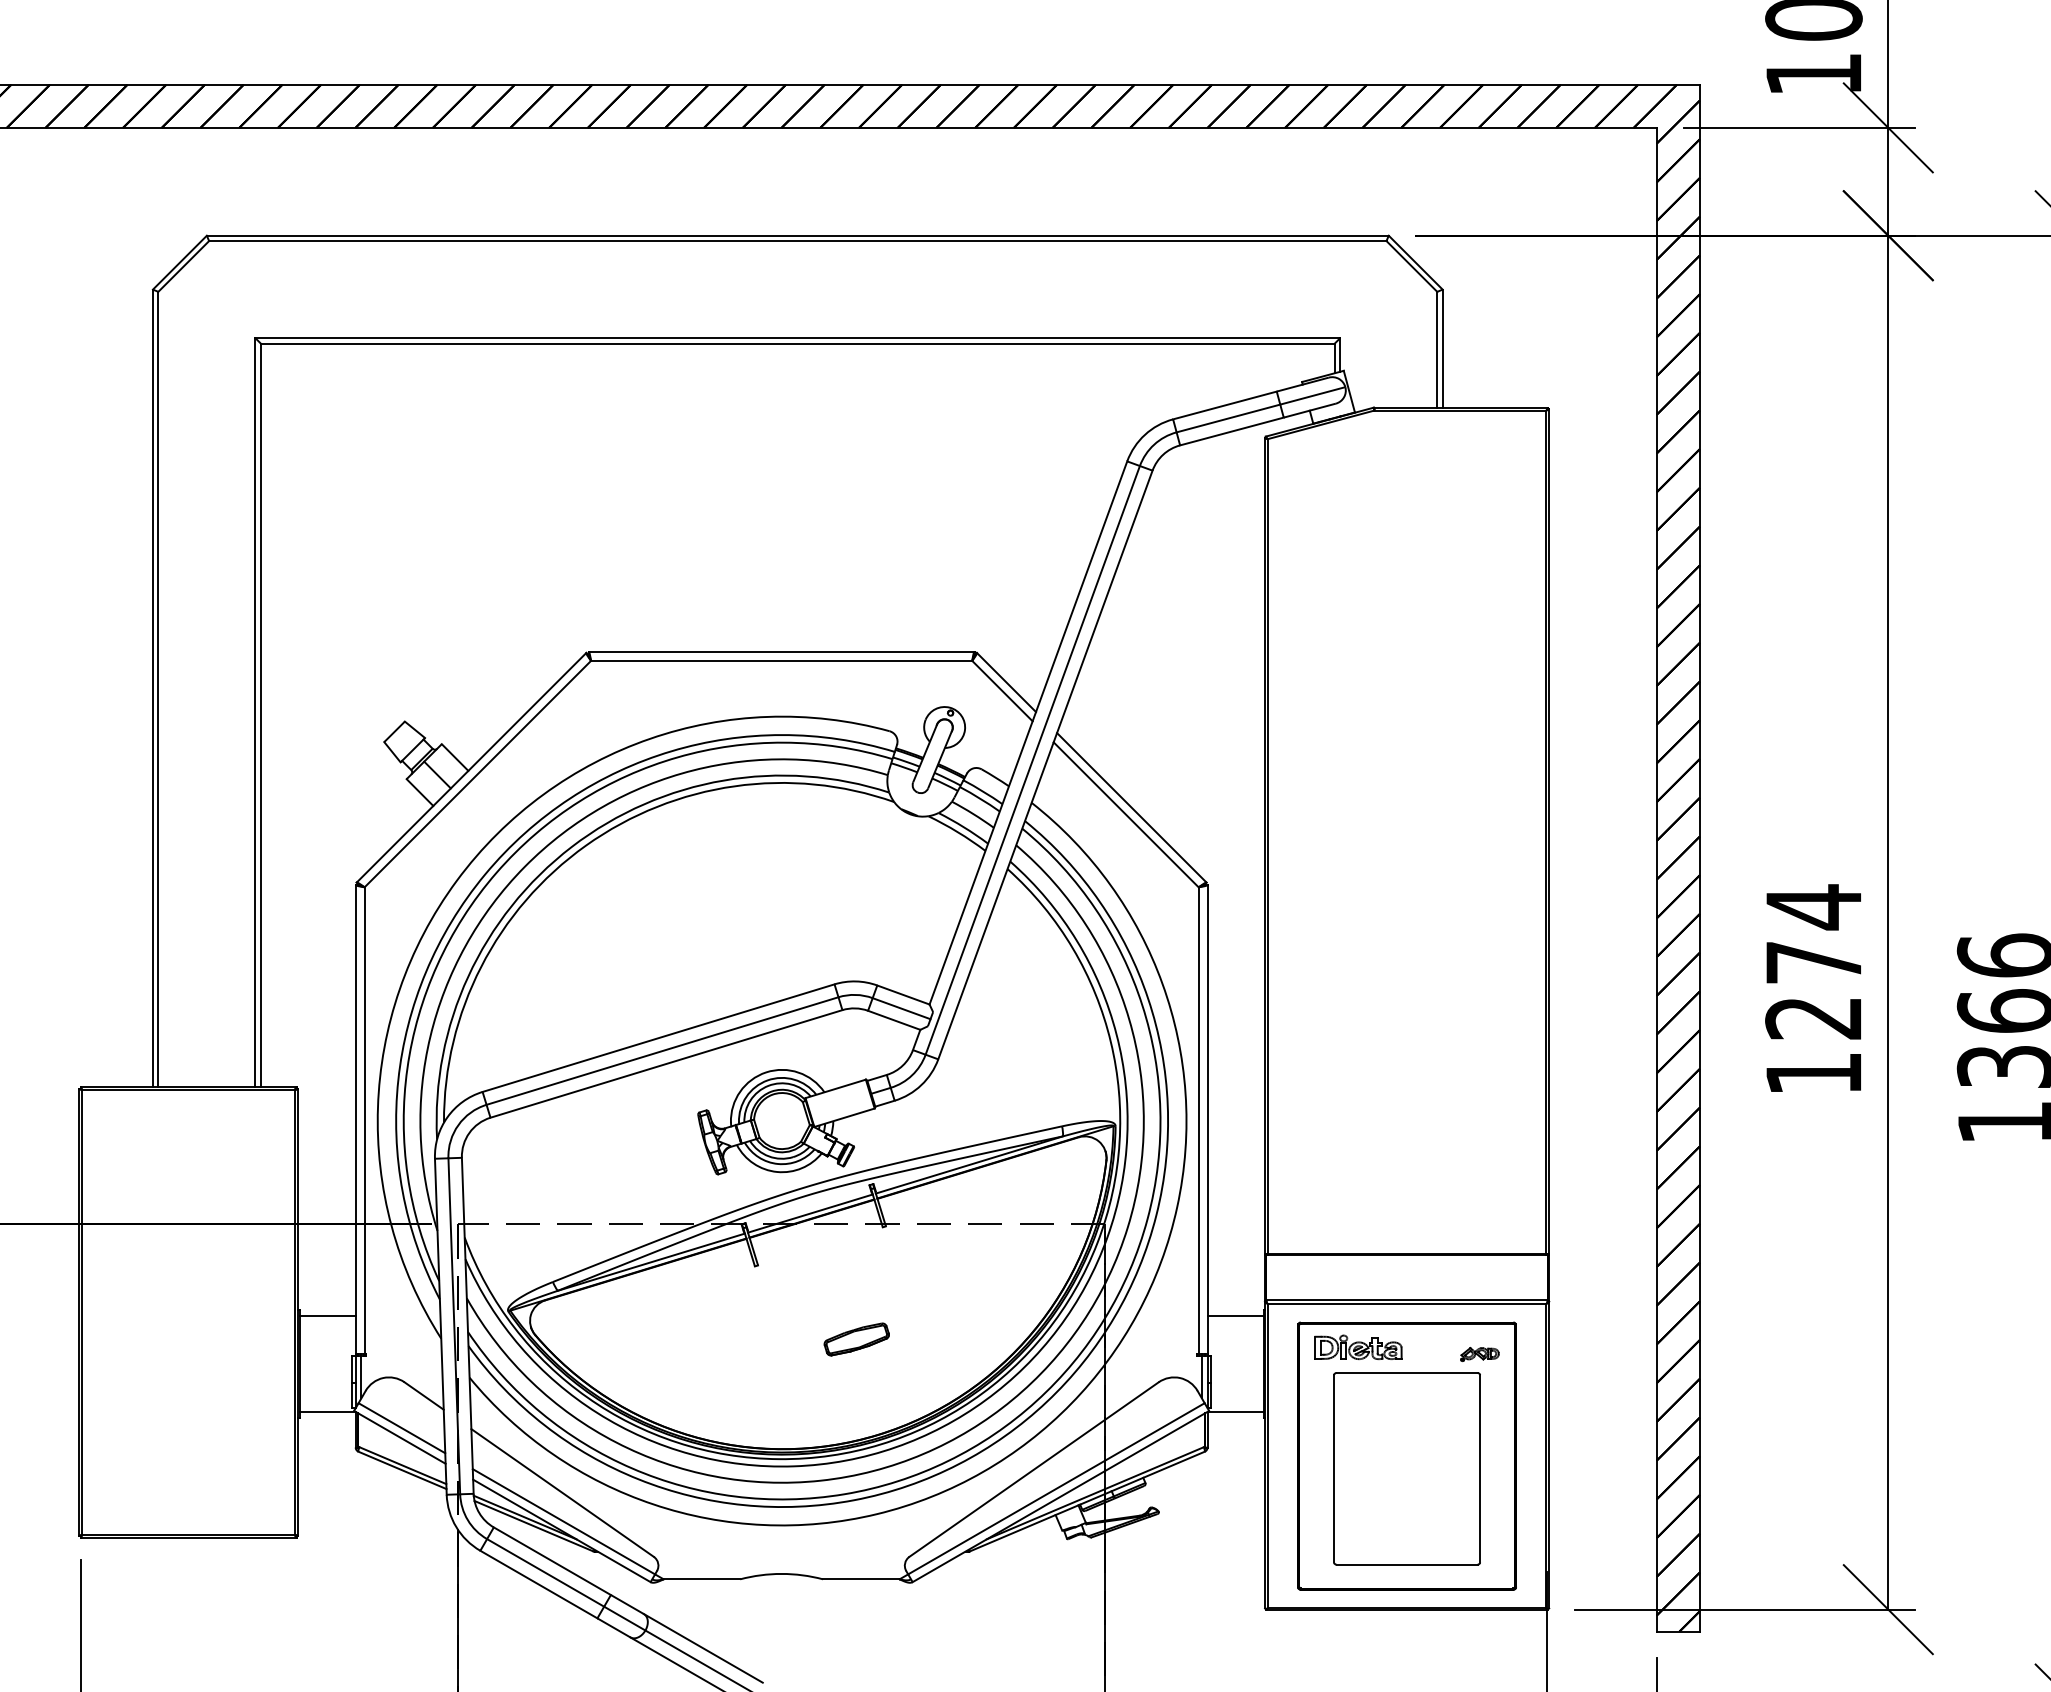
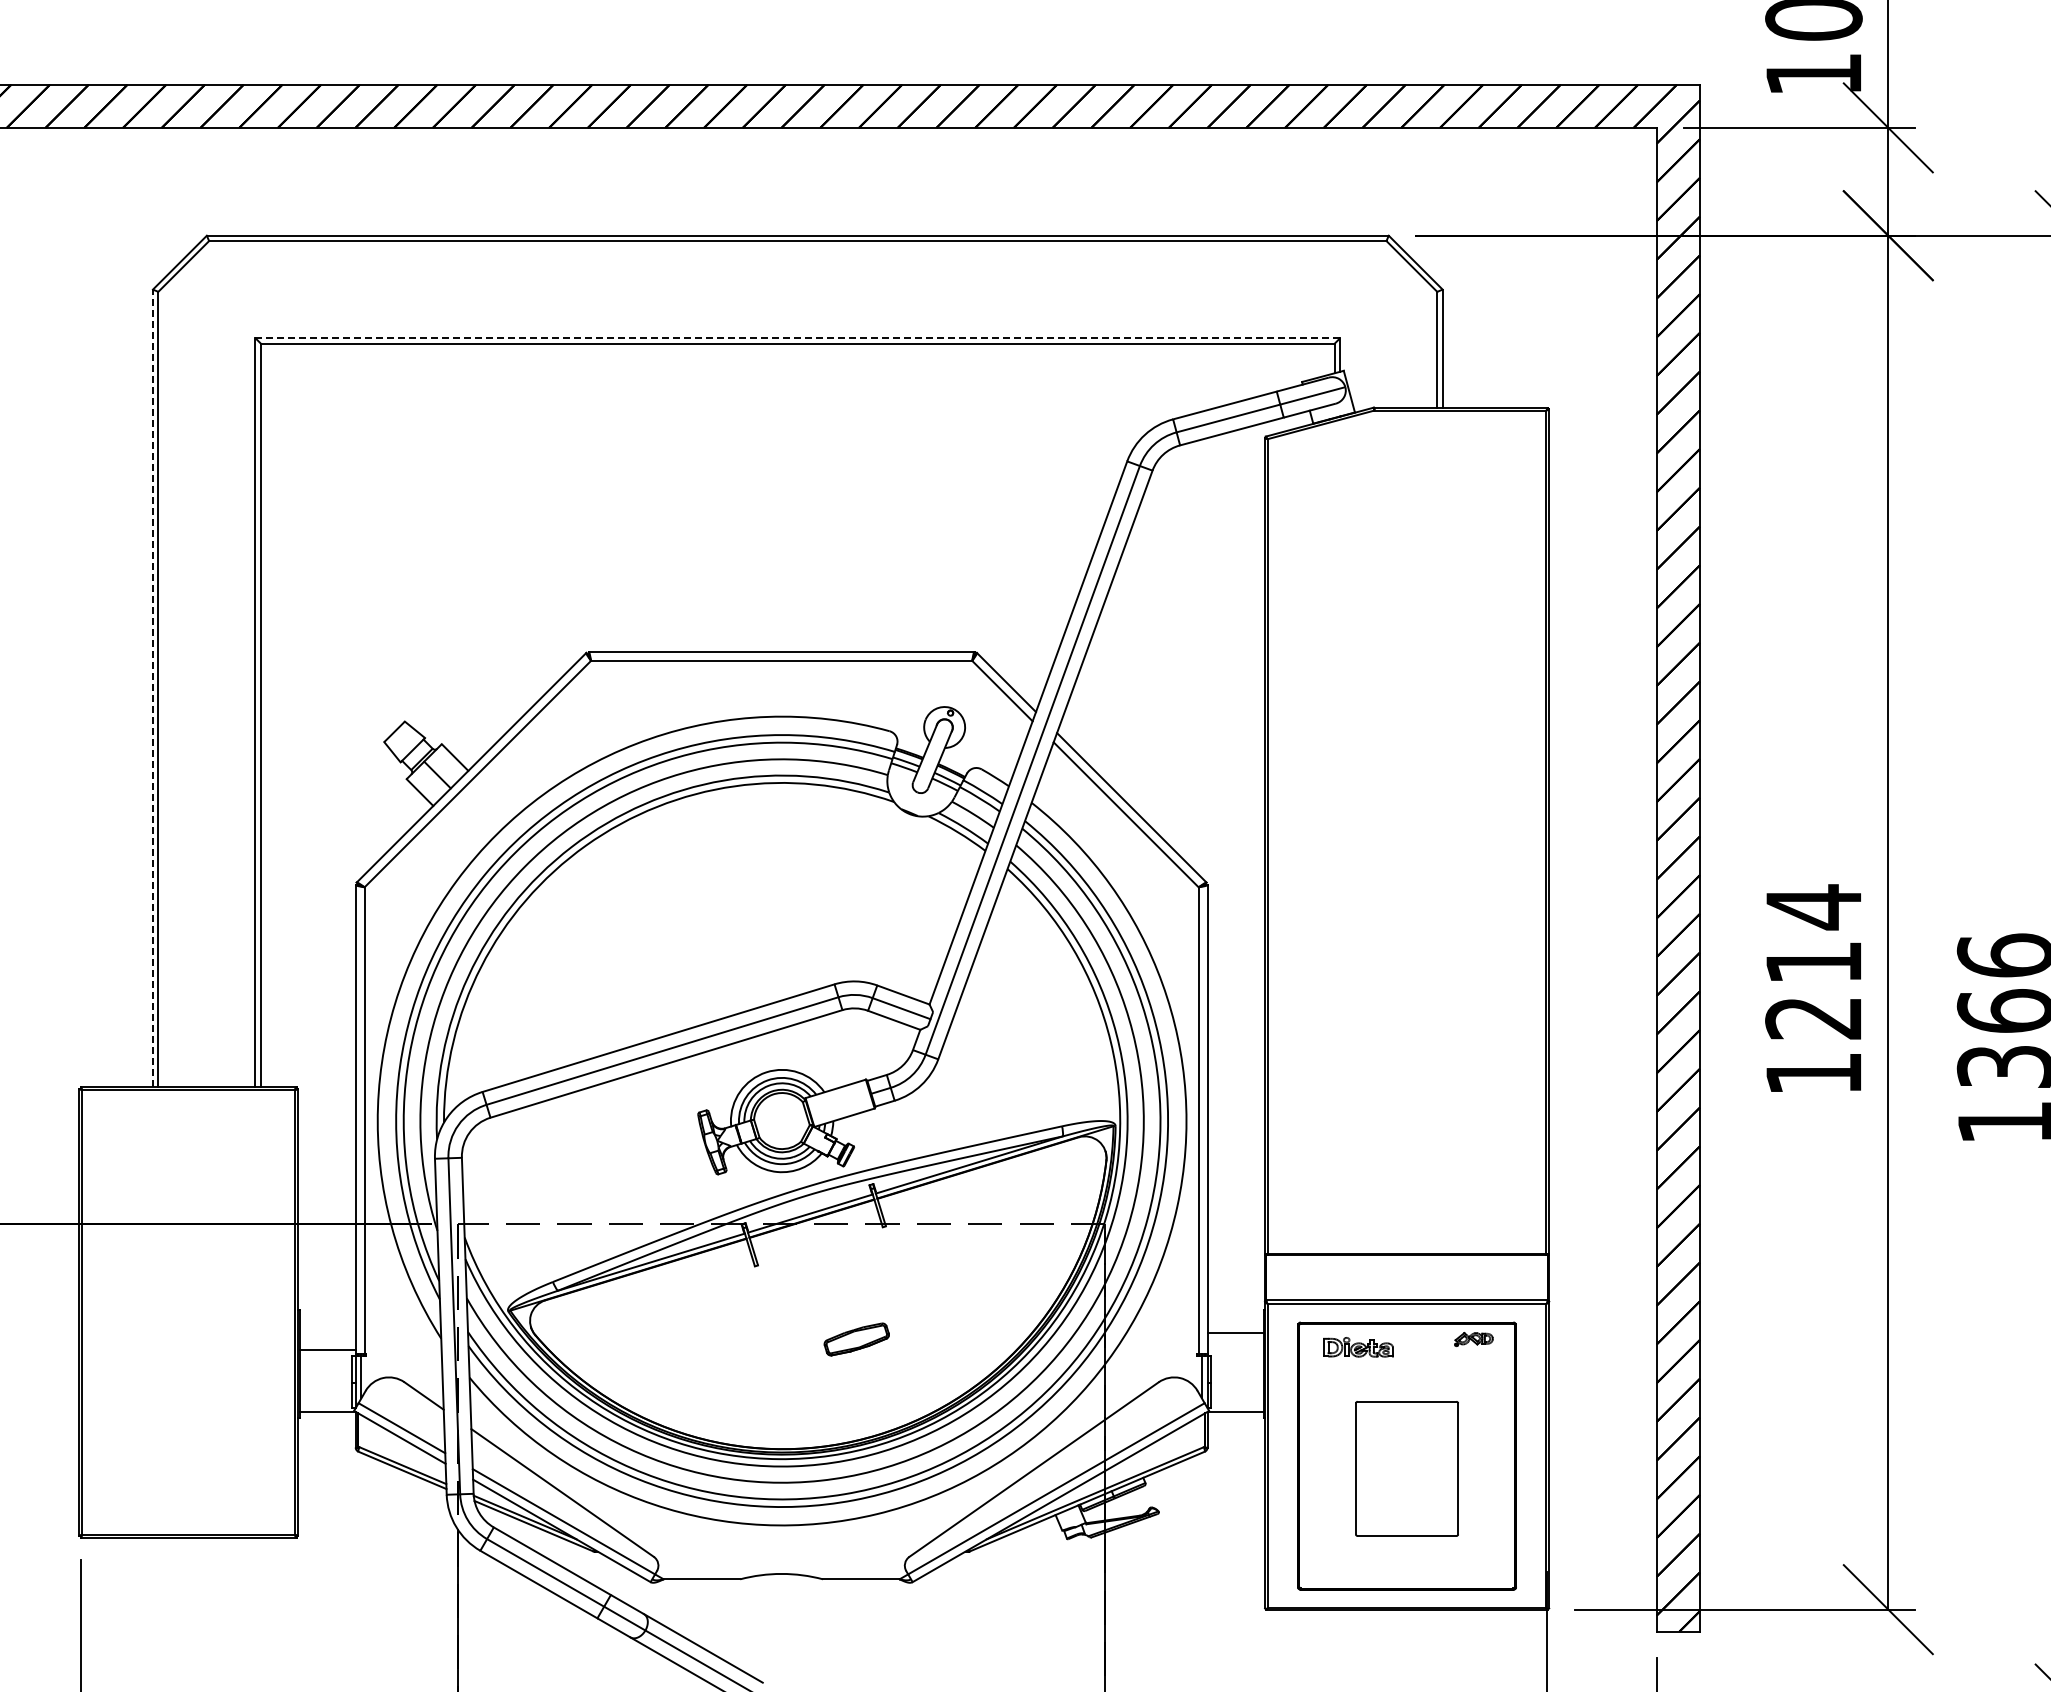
line at (798, 338): solid -> dashed
line at (152, 688): solid -> dashed
text at (1813, 962): 1274 -> 1214
line at (327, 1315) position: (327, 1315) -> (327, 1349)
line at (1235, 1315) position: (1235, 1315) -> (1235, 1332)
part at (1358, 1346) size: 89x26 px -> 71x21 px
part at (1479, 1354) position: (1479, 1354) -> (1473, 1339)
part at (1406, 1468) size: 148x194 px -> 104x136 px
